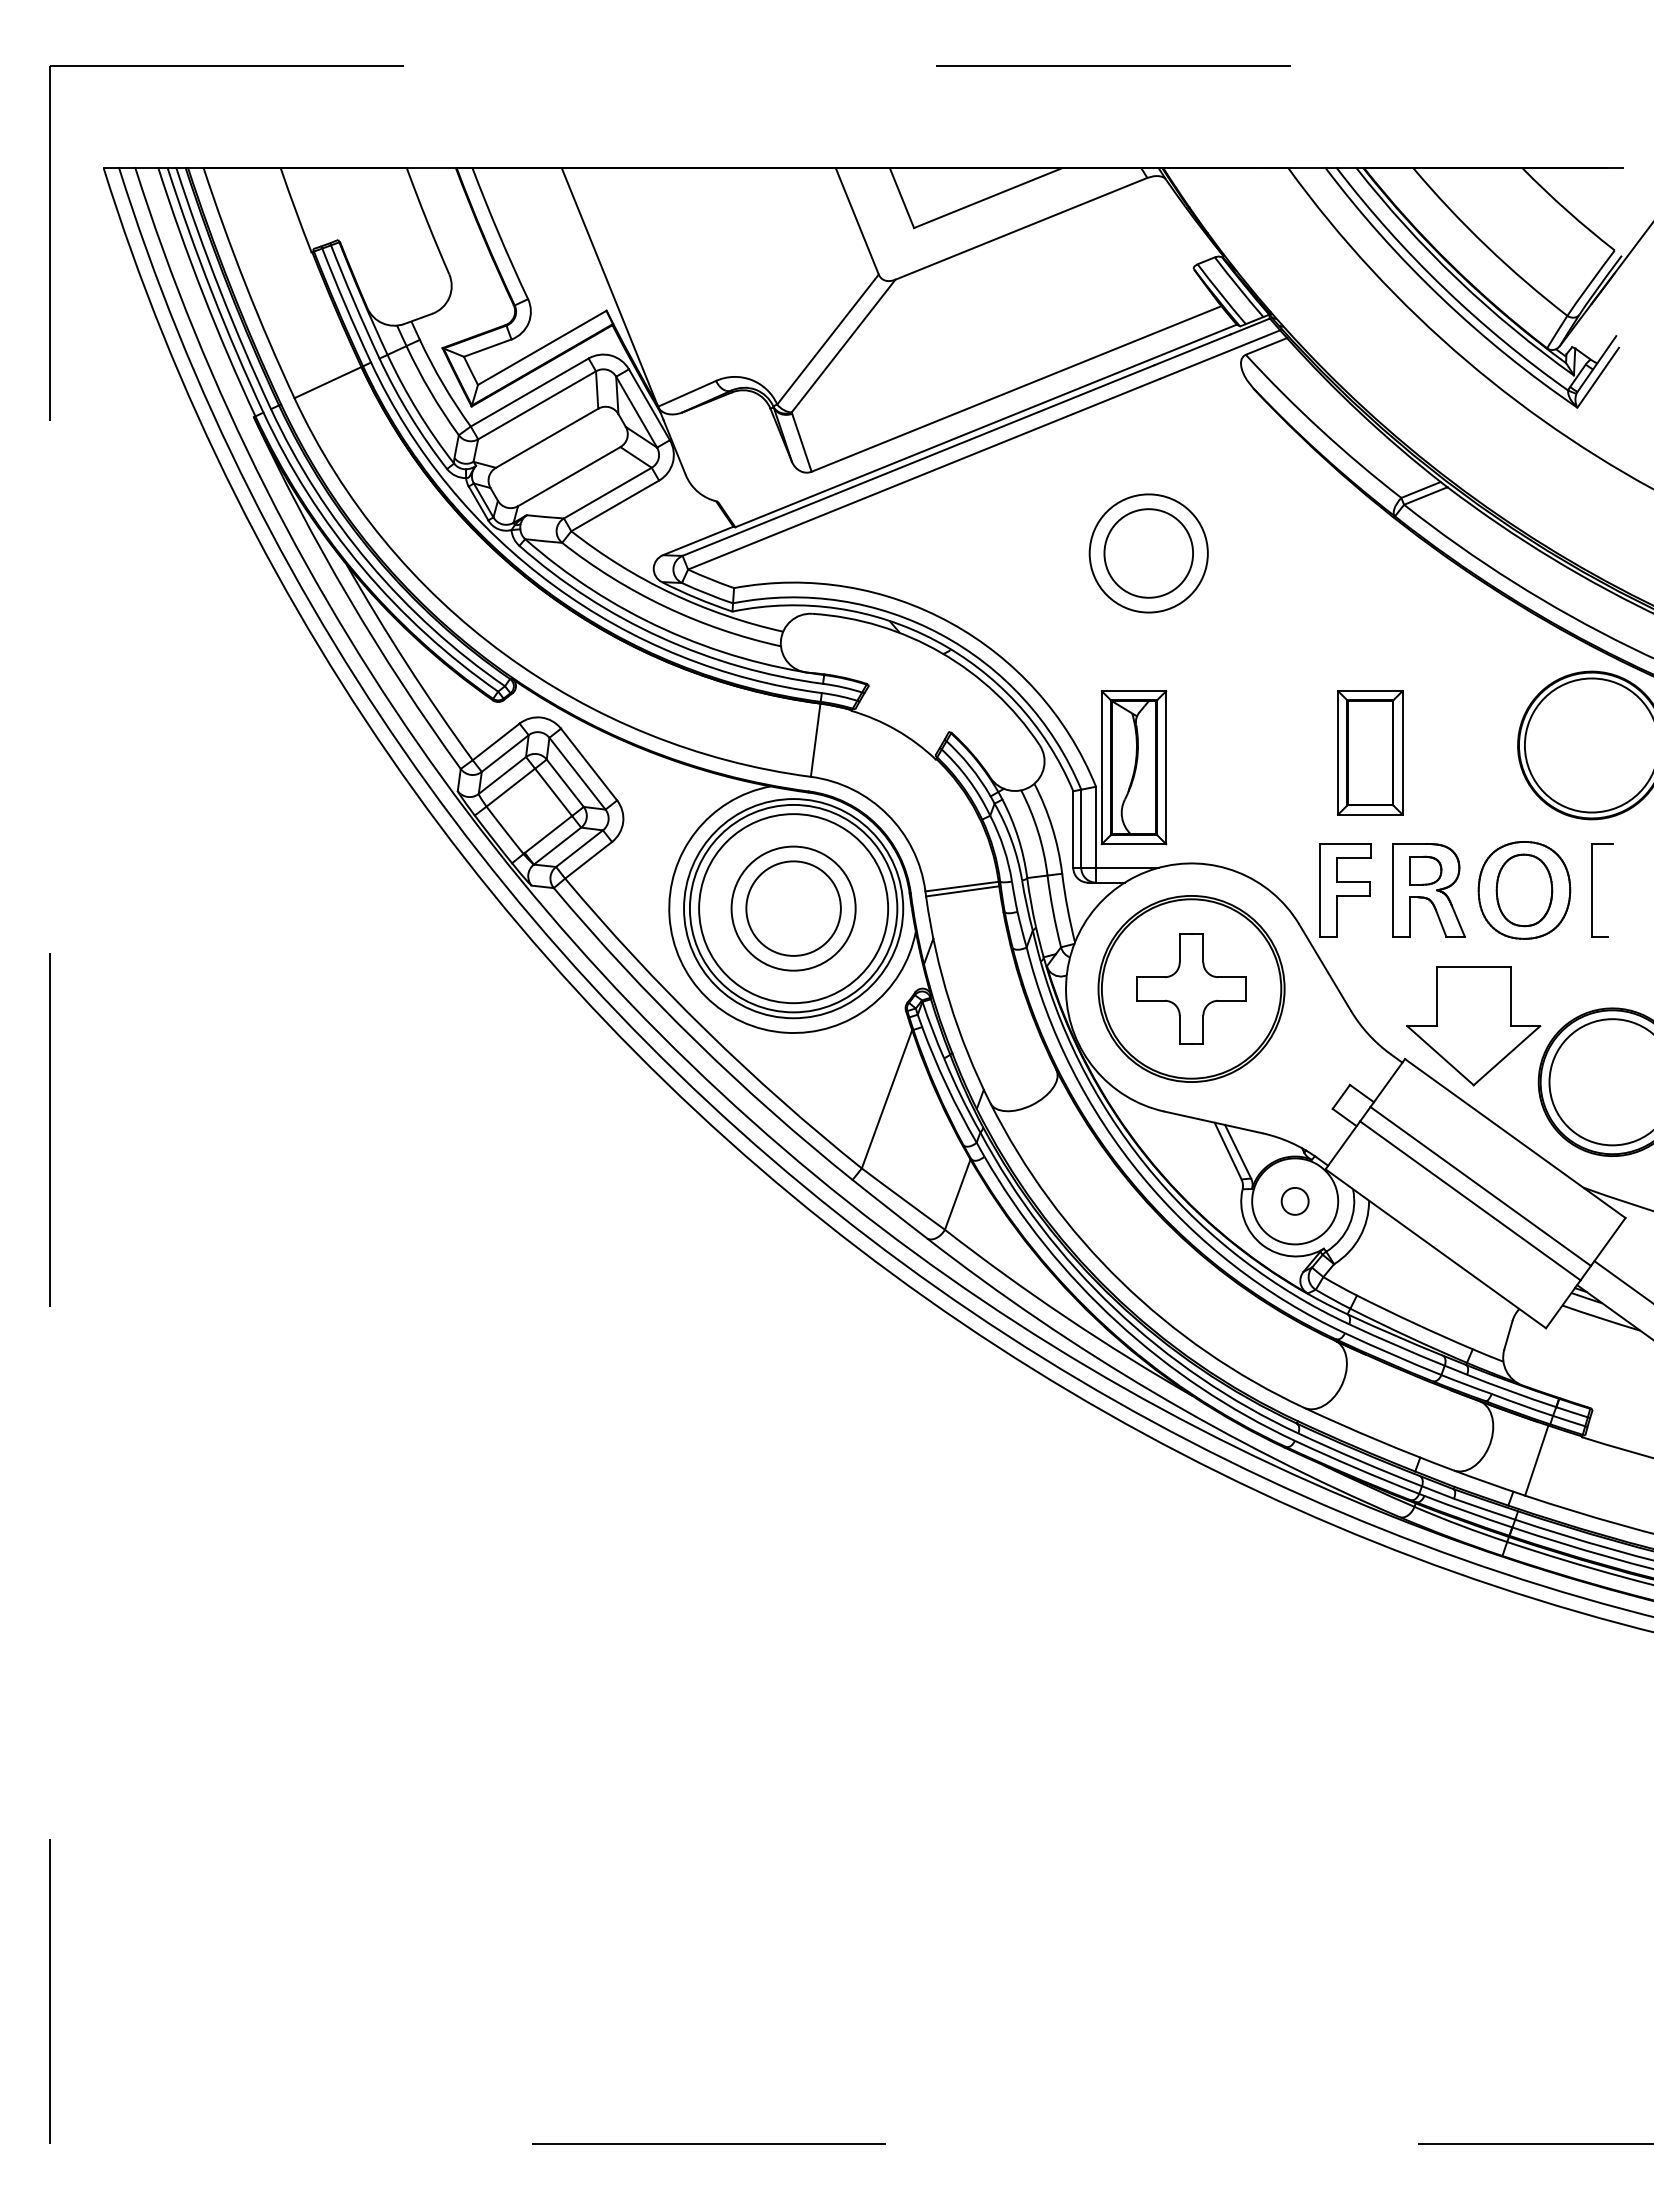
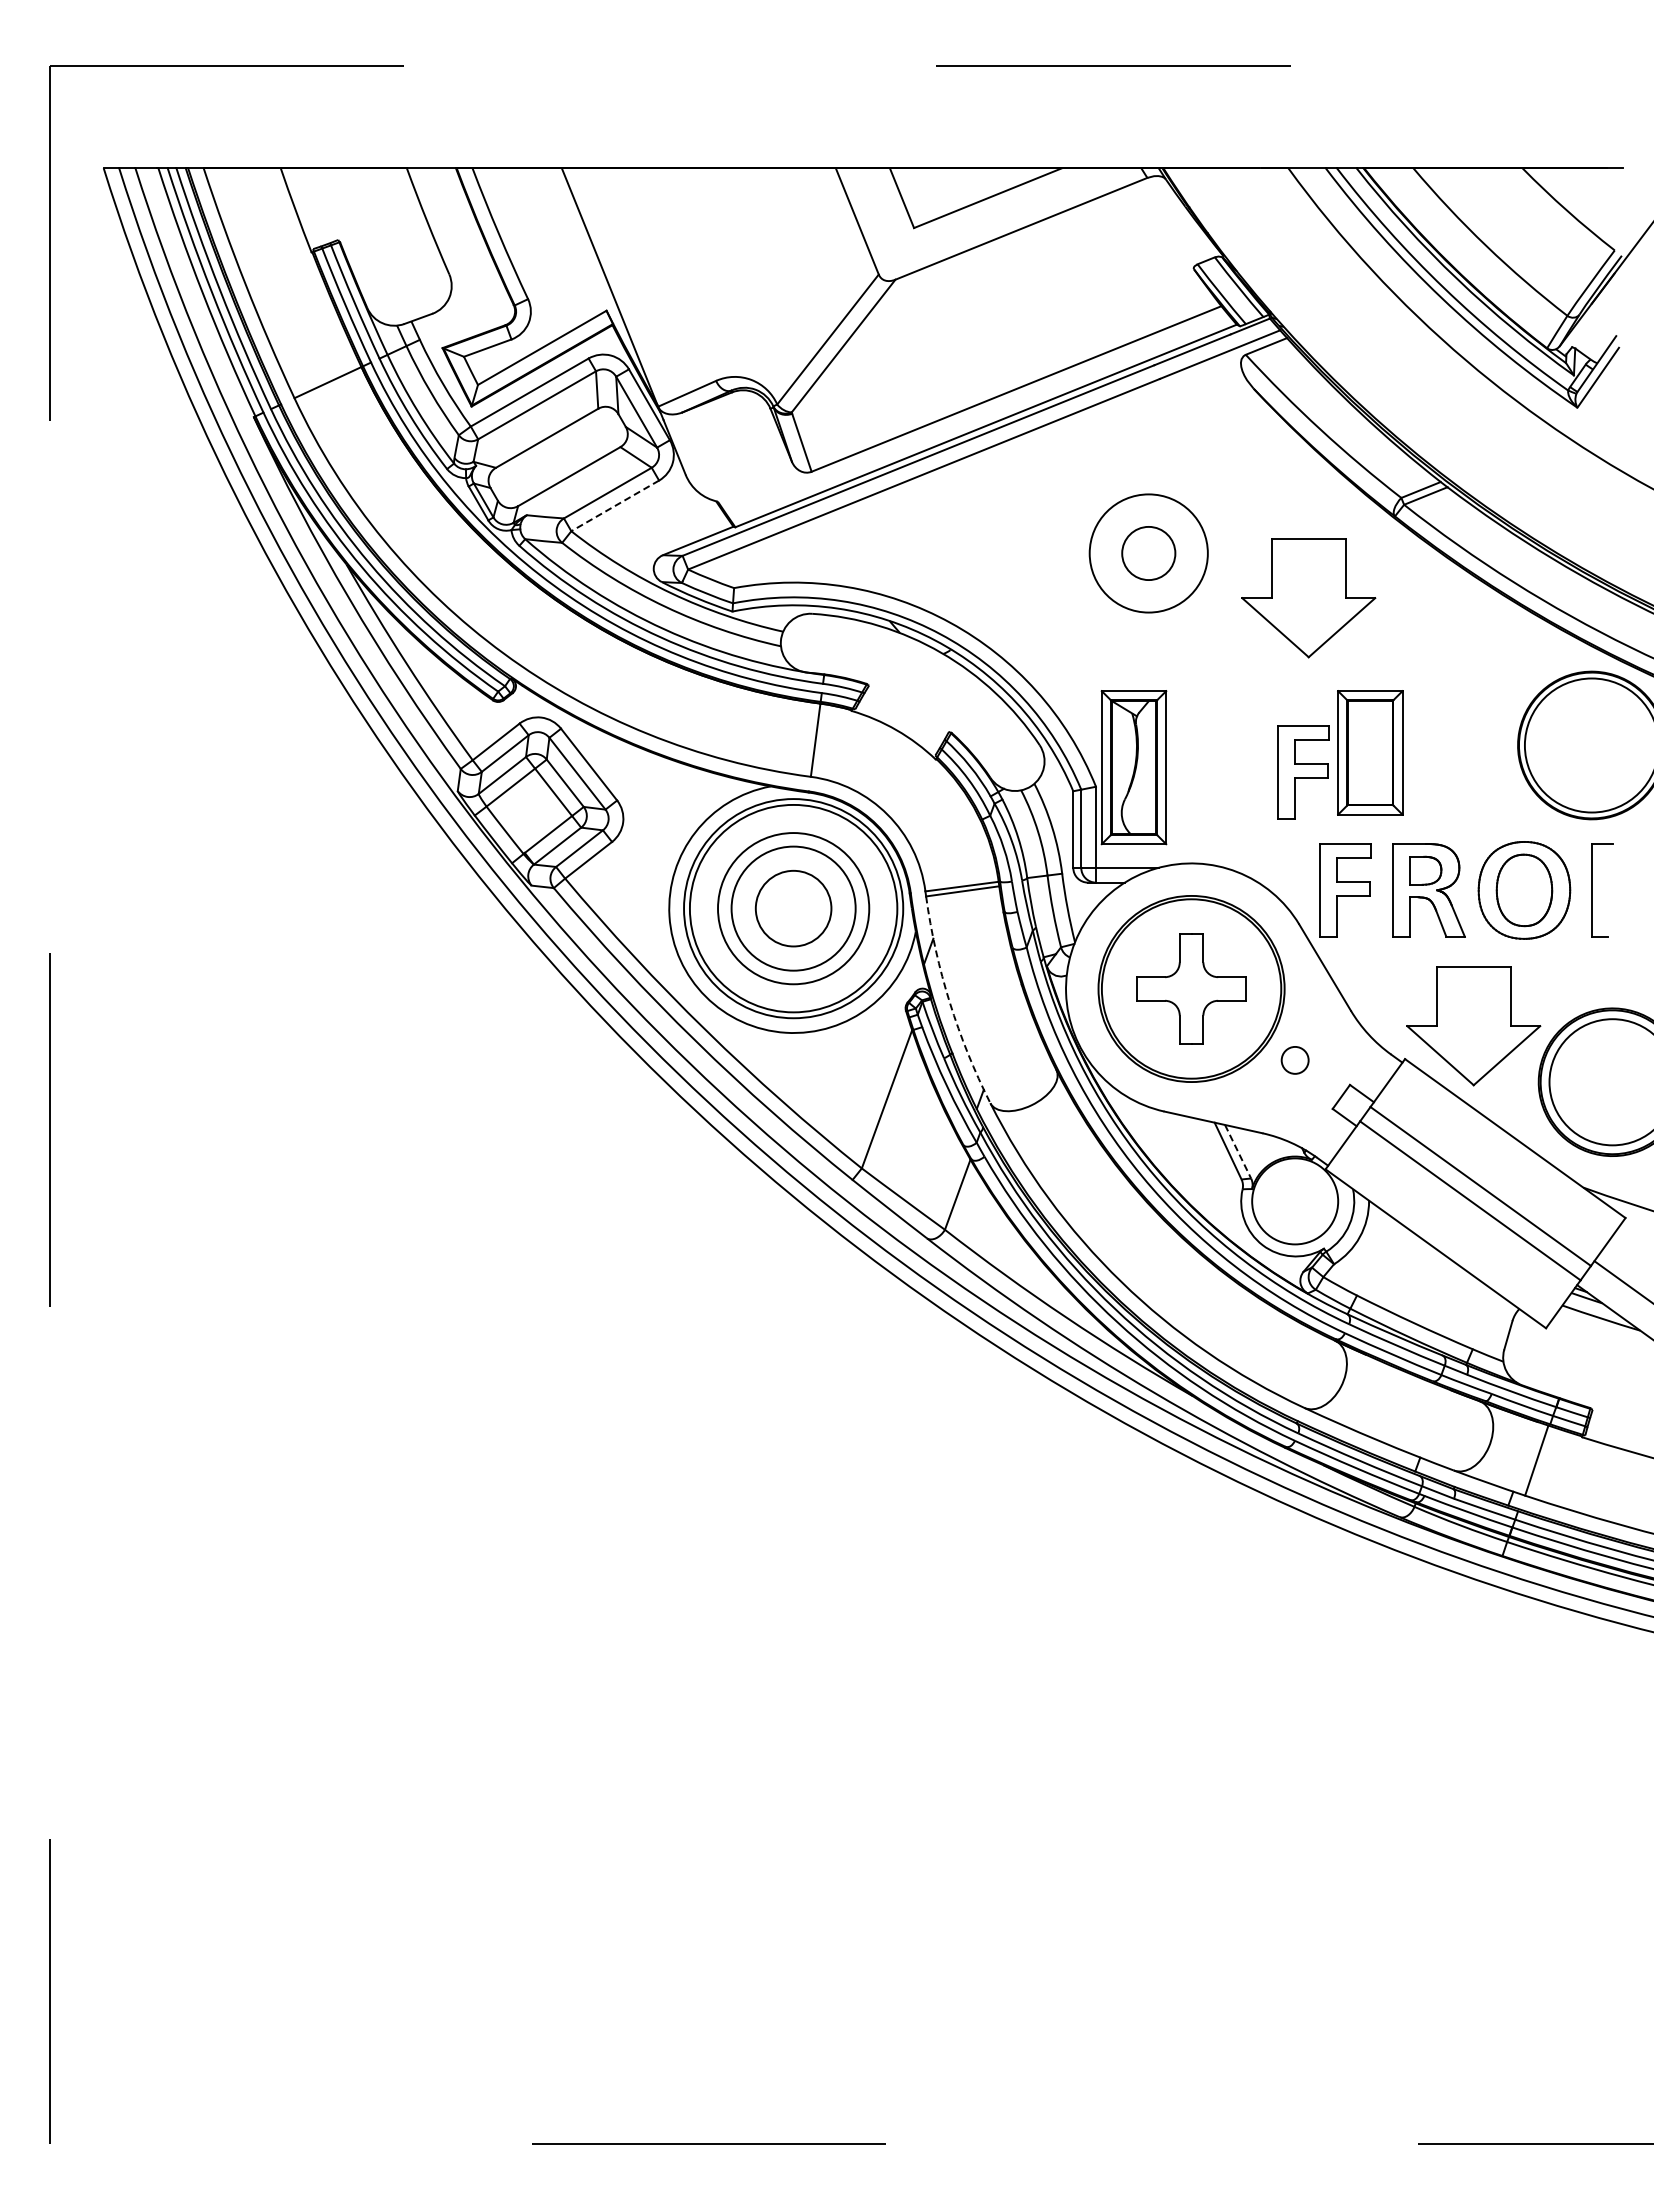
line at (615, 505): solid -> dashed
circle at (1148, 553) diameter: 89 px -> 53 px
part at (1308, 598): none -> present
part at (1303, 772): none -> present
circle at (793, 908) diameter: 189 px -> 151 px
circle at (793, 908) diameter: 95 px -> 76 px
arc at (949, 1002): solid -> dashed
line at (1238, 1151): solid -> dashed
circle at (1294, 1201) position: (1294, 1201) -> (1294, 1060)
